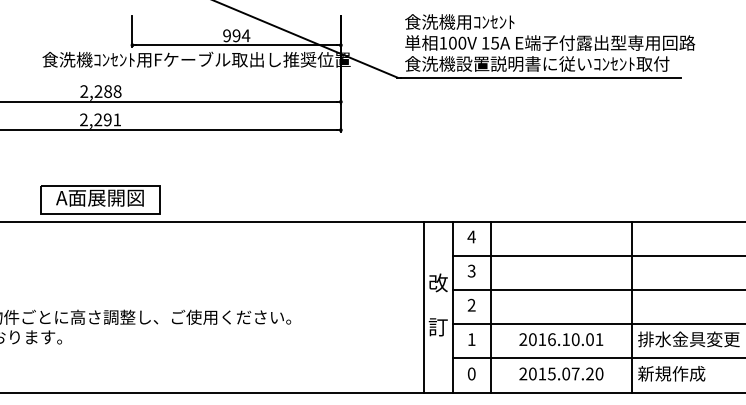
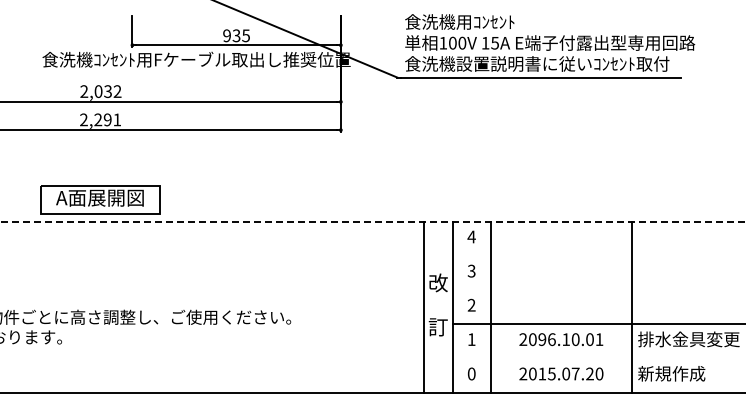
text at (241, 35): 994 -> 935
text at (107, 91): 2,288 -> 2,032
line at (373, 221): solid -> dashed
line at (597, 255): present -> none
line at (597, 289): present -> none
text at (542, 339): 2016.10.01 -> 2096.10.01
line at (597, 358): present -> none
